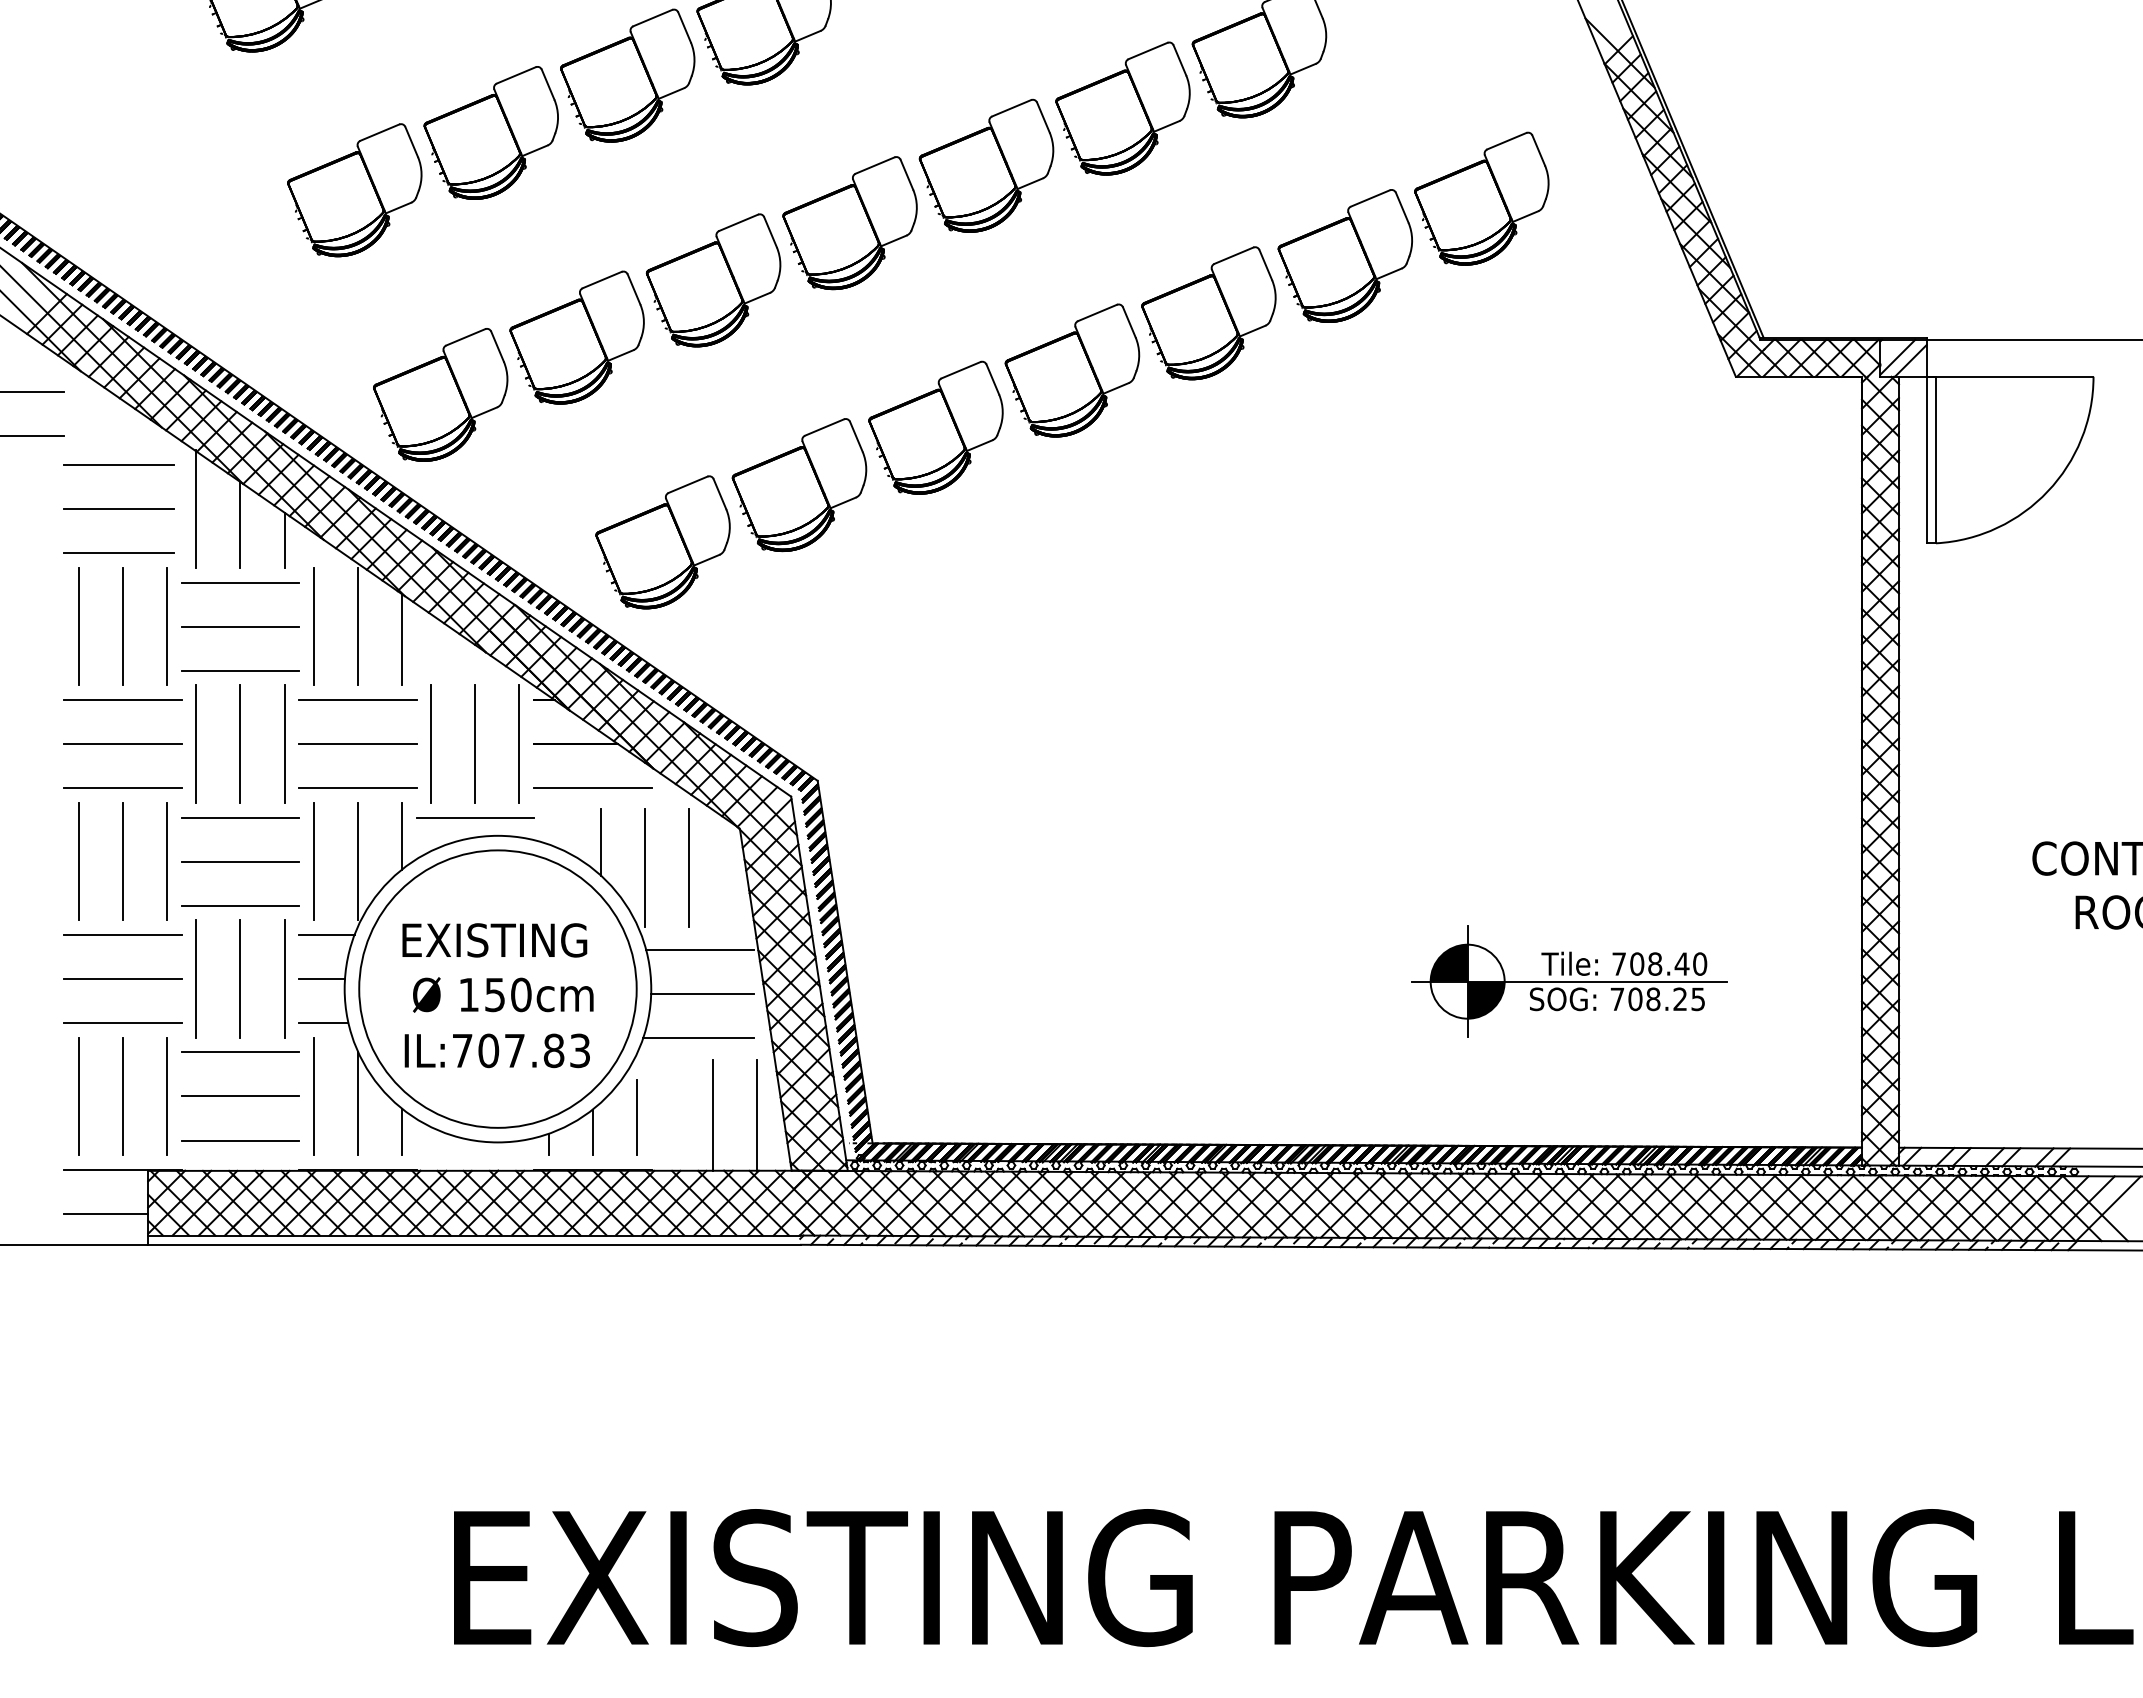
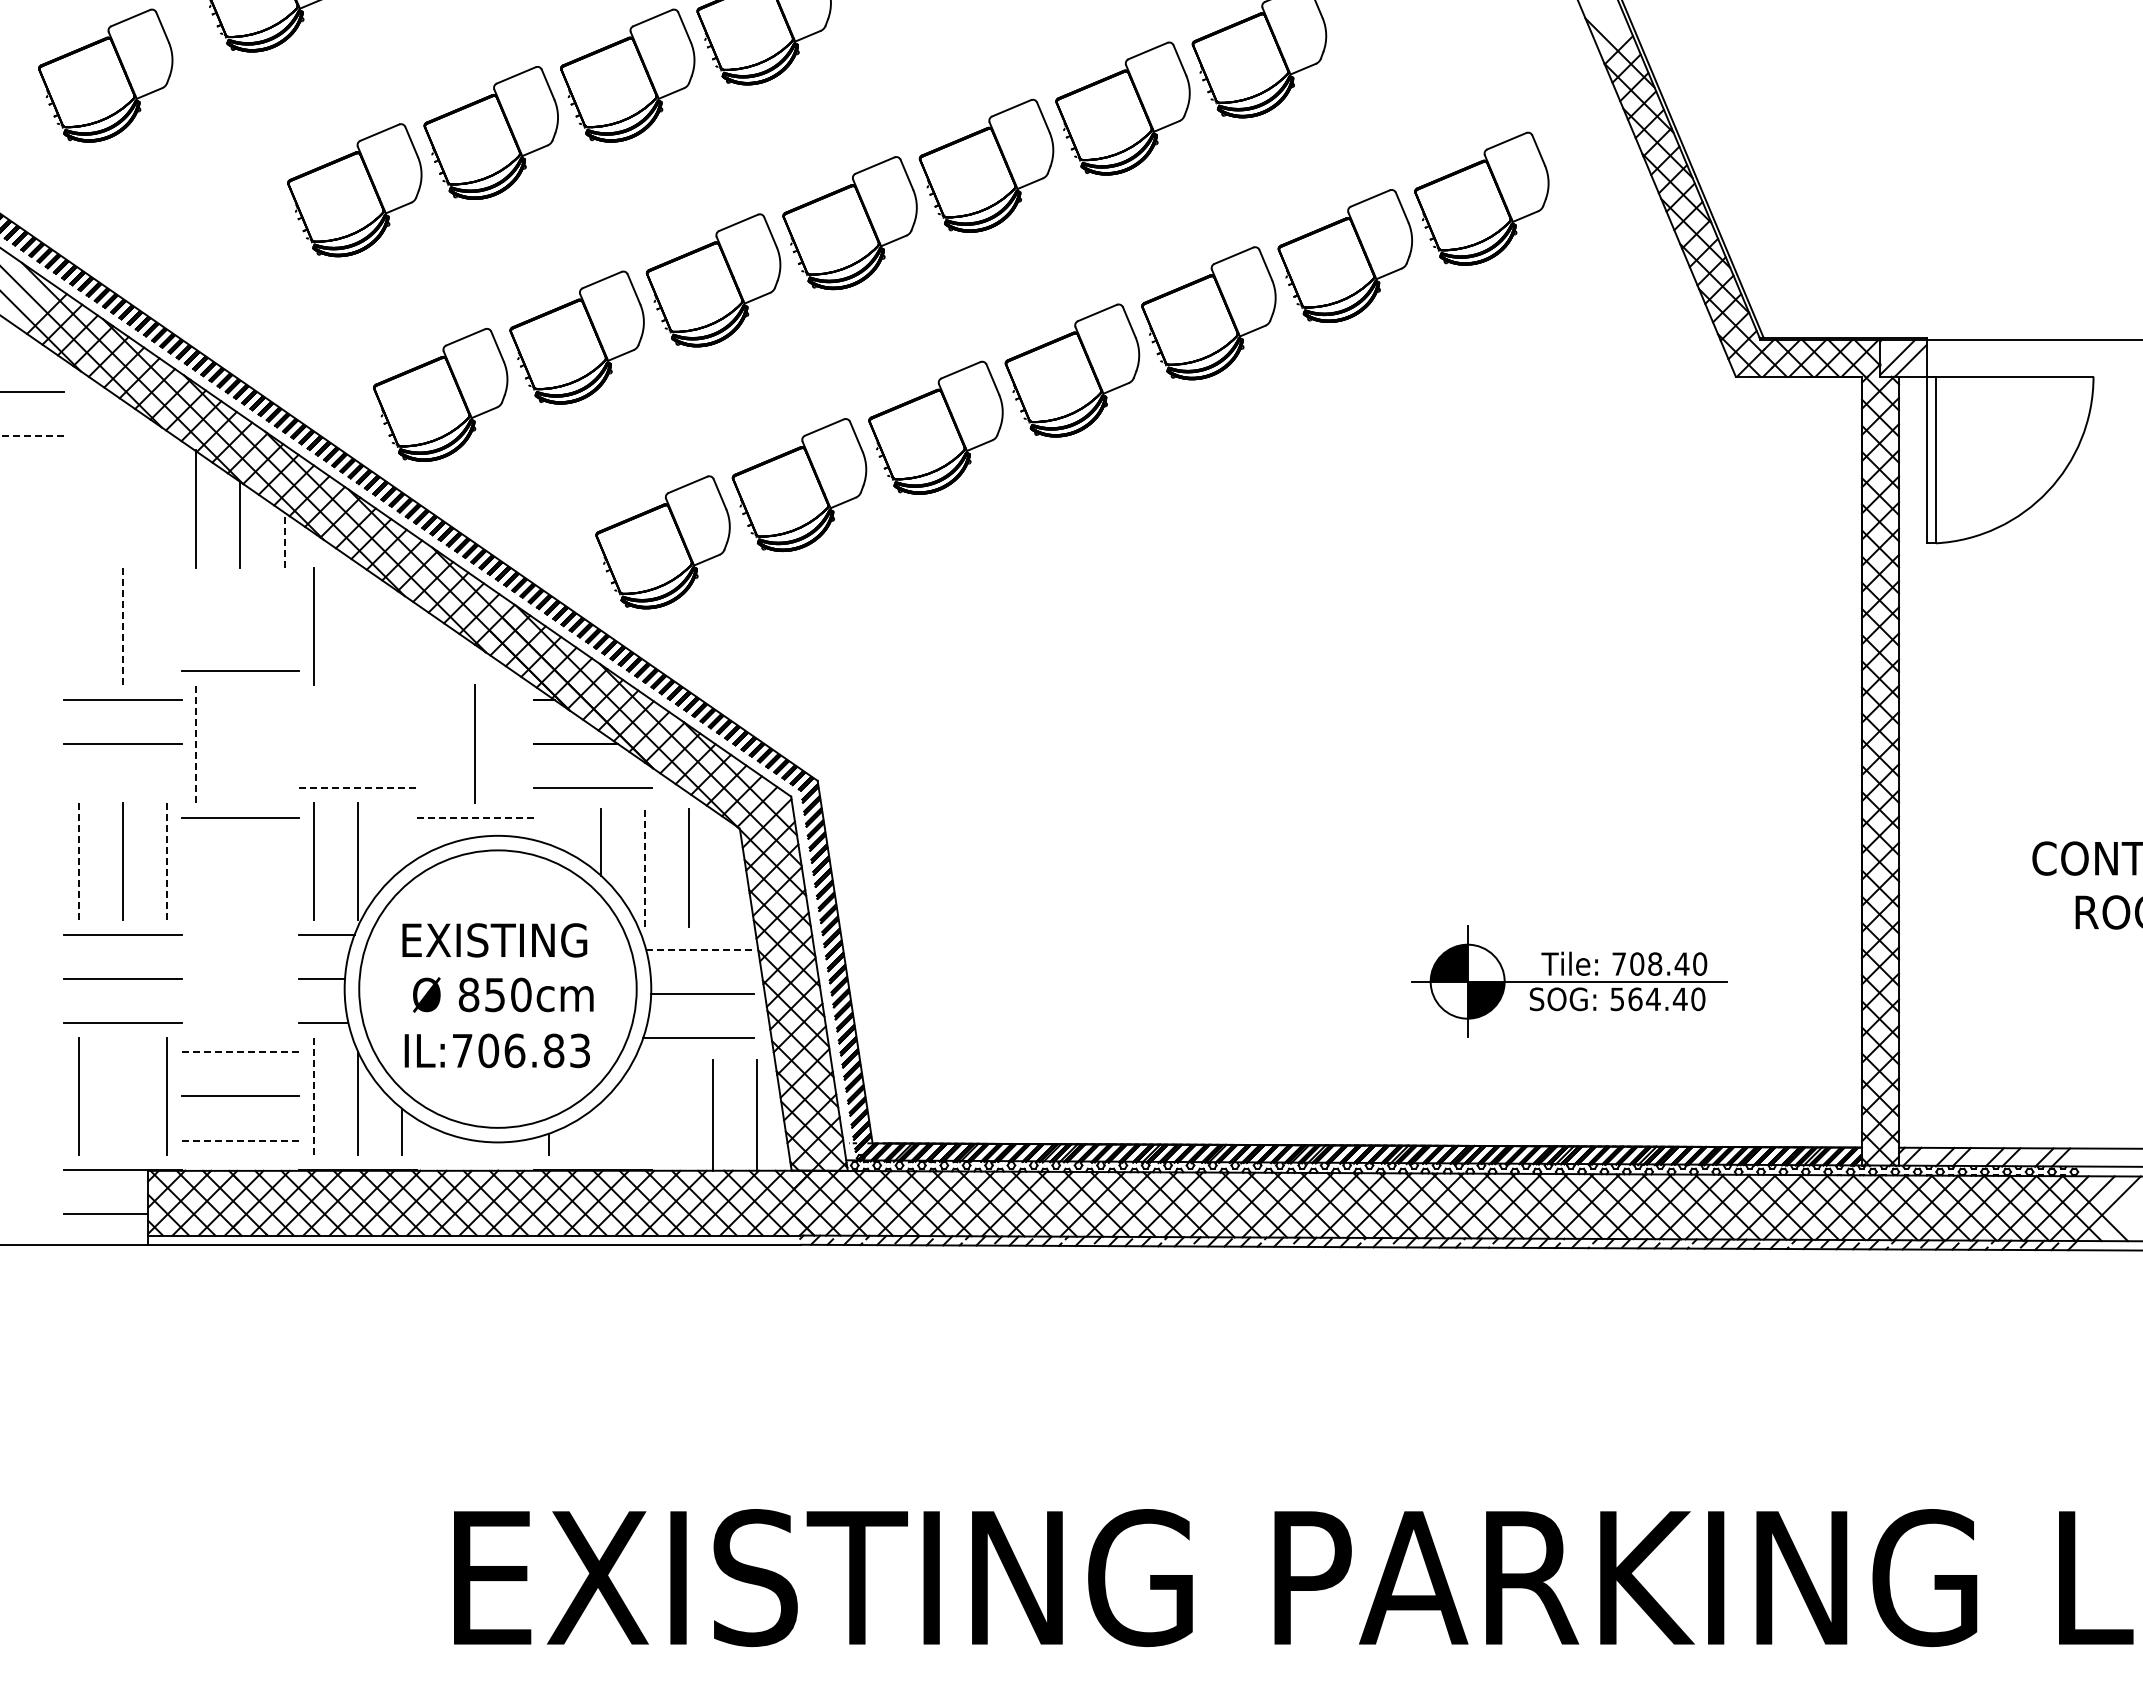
part at (105, 75): none -> present
line at (32, 435): solid -> dashed
line at (119, 465): present -> none
line at (118, 508): present -> none
line at (284, 540): solid -> dashed
line at (118, 552): present -> none
line at (240, 582): present -> none
line at (78, 626): present -> none
line at (123, 626): solid -> dashed
line at (167, 626): present -> none
line at (240, 626): present -> none
line at (357, 626): present -> none
line at (402, 639): present -> none
line at (357, 700): present -> none
line at (240, 743): present -> none
line at (284, 743): present -> none
line at (431, 743): present -> none
line at (519, 743): present -> none
line at (196, 744): solid -> dashed
line at (357, 744): present -> none
line at (122, 788): present -> none
line at (357, 788): solid -> dashed
line at (475, 817): solid -> dashed
line at (402, 835): present -> none
line at (78, 861): solid -> dashed
line at (167, 861): solid -> dashed
line at (240, 861): present -> none
line at (645, 868): solid -> dashed
line at (240, 905): present -> none
line at (700, 949): solid -> dashed
line at (196, 978): present -> none
line at (240, 978): present -> none
line at (284, 978): present -> none
text at (468, 994): 150cm -> 850cm
text at (1657, 999): 708.25 -> 564.40
text at (514, 1050): IL:707.83 -> IL:706.83
line at (240, 1052): solid -> dashed
line at (122, 1096): present -> none
line at (313, 1096): solid -> dashed
line at (636, 1117): present -> none
line at (592, 1132): present -> none
line at (240, 1140): solid -> dashed
